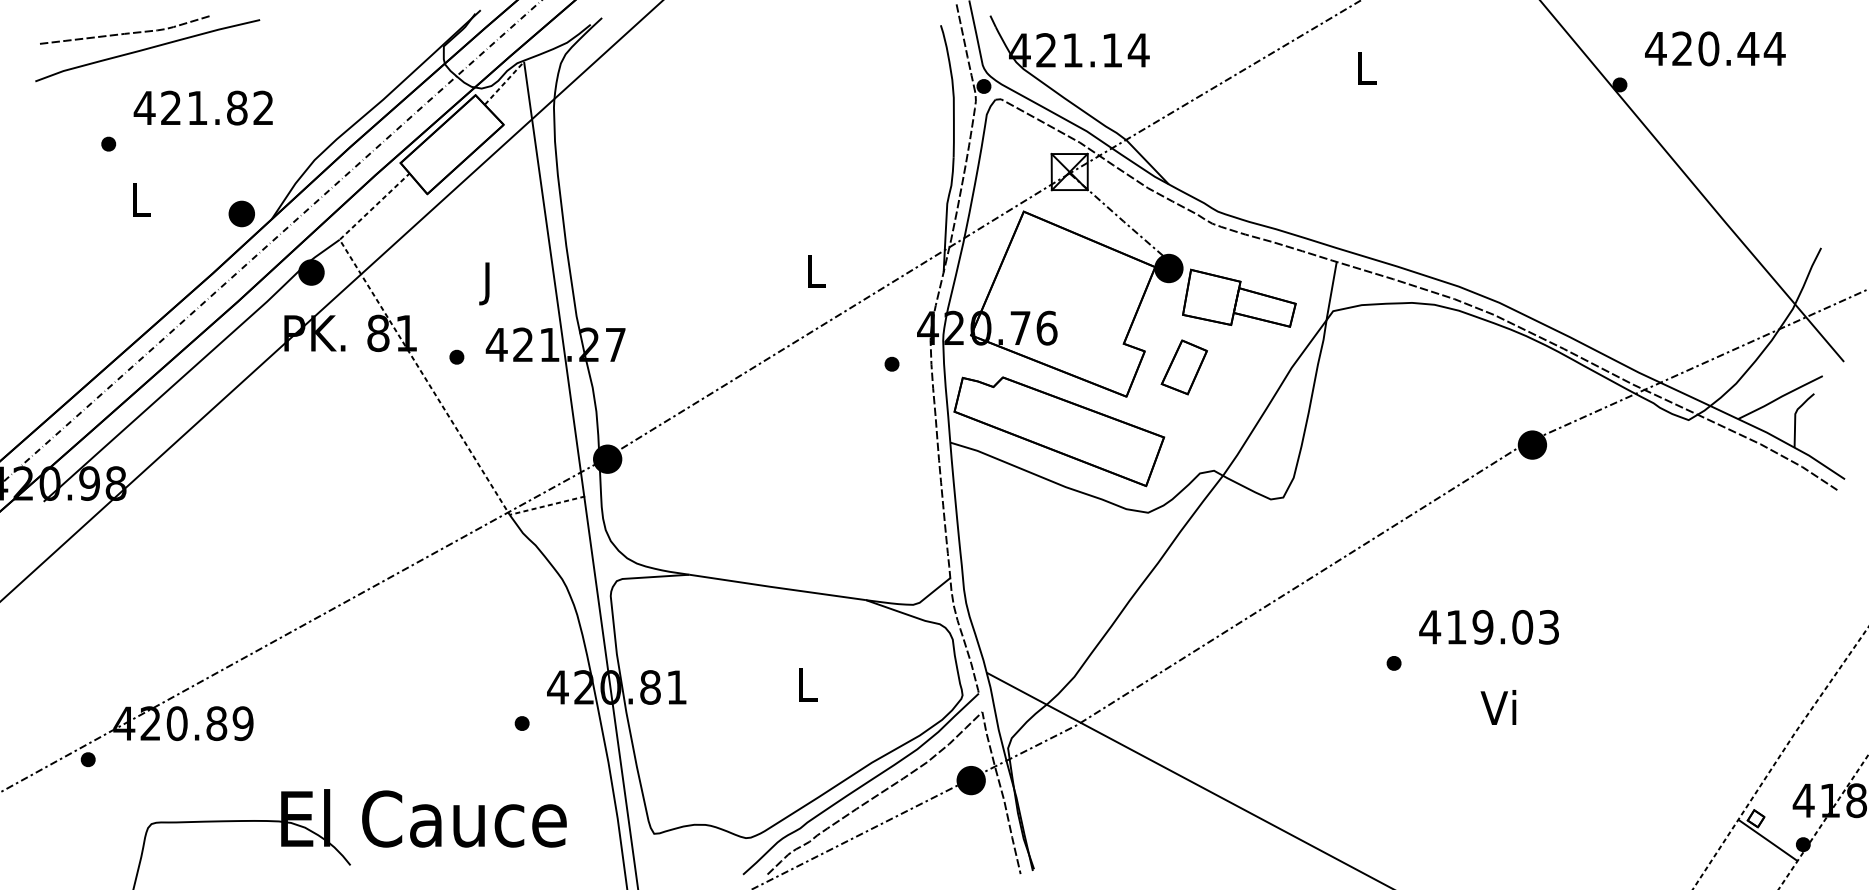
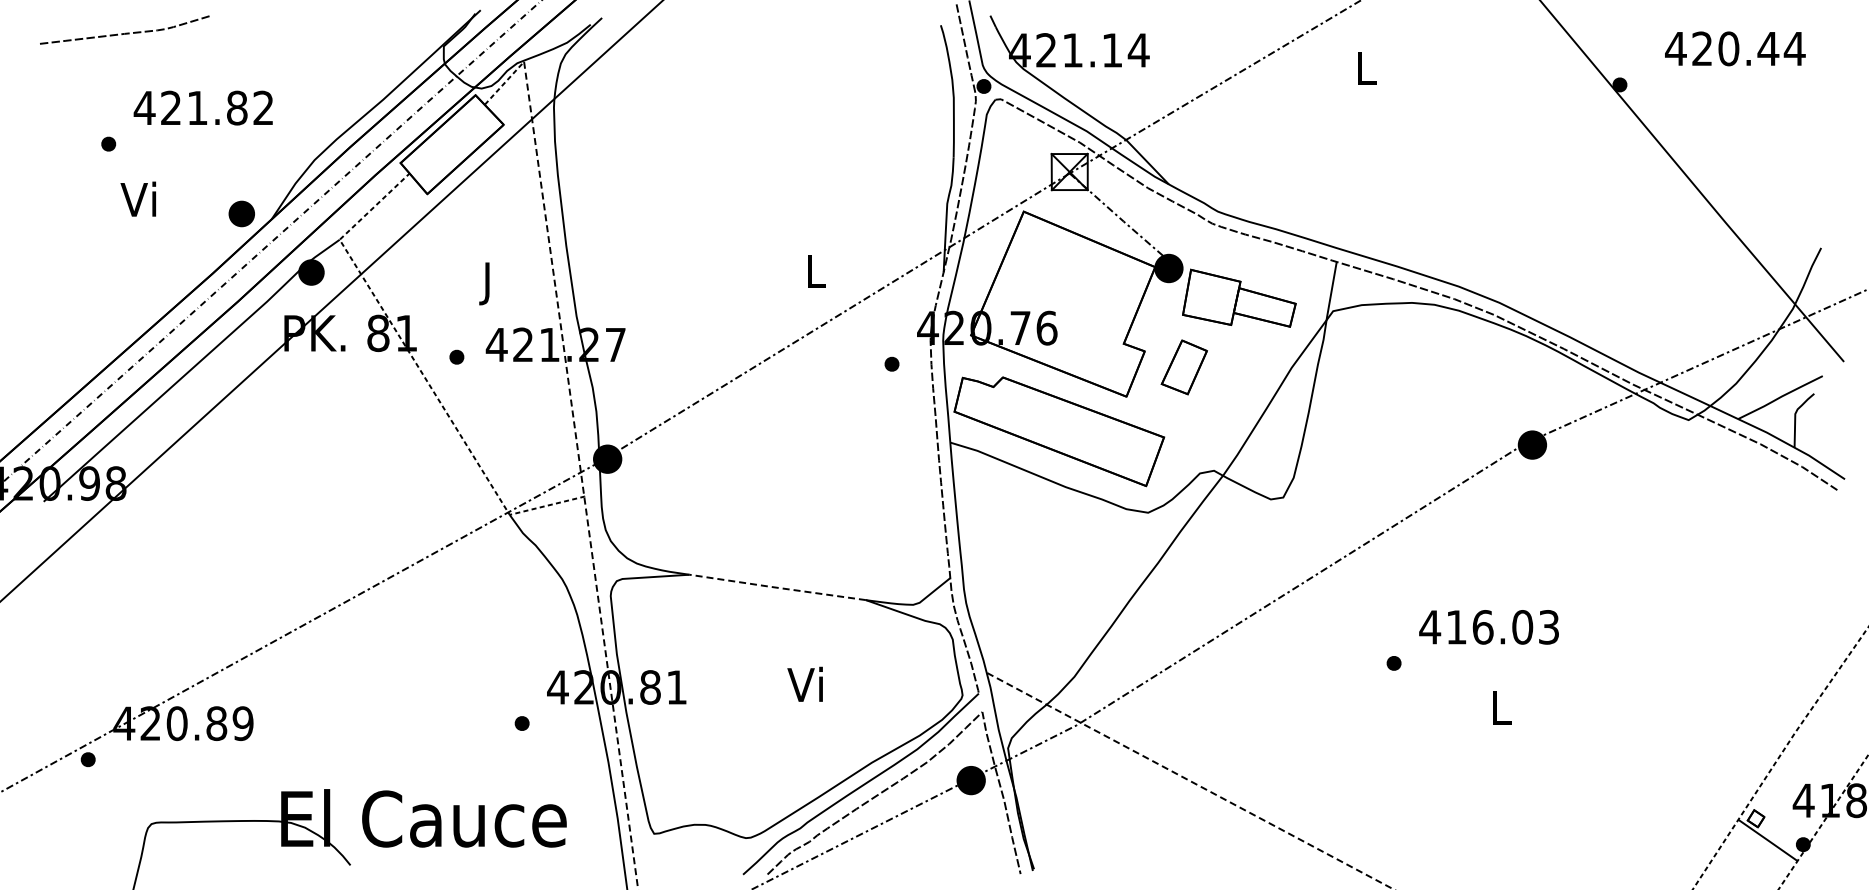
text at (1715, 48) position: (1715, 48) -> (1735, 48)
curve at (147, 49): present -> none
text at (138, 198): L -> Vi
line at (581, 475): solid -> dashed
line at (777, 587): solid -> dashed
text at (1482, 627): 419.03 -> 416.03
text at (804, 683): L -> Vi
text at (1498, 707): Vi -> L
line at (1190, 781): solid -> dashed
